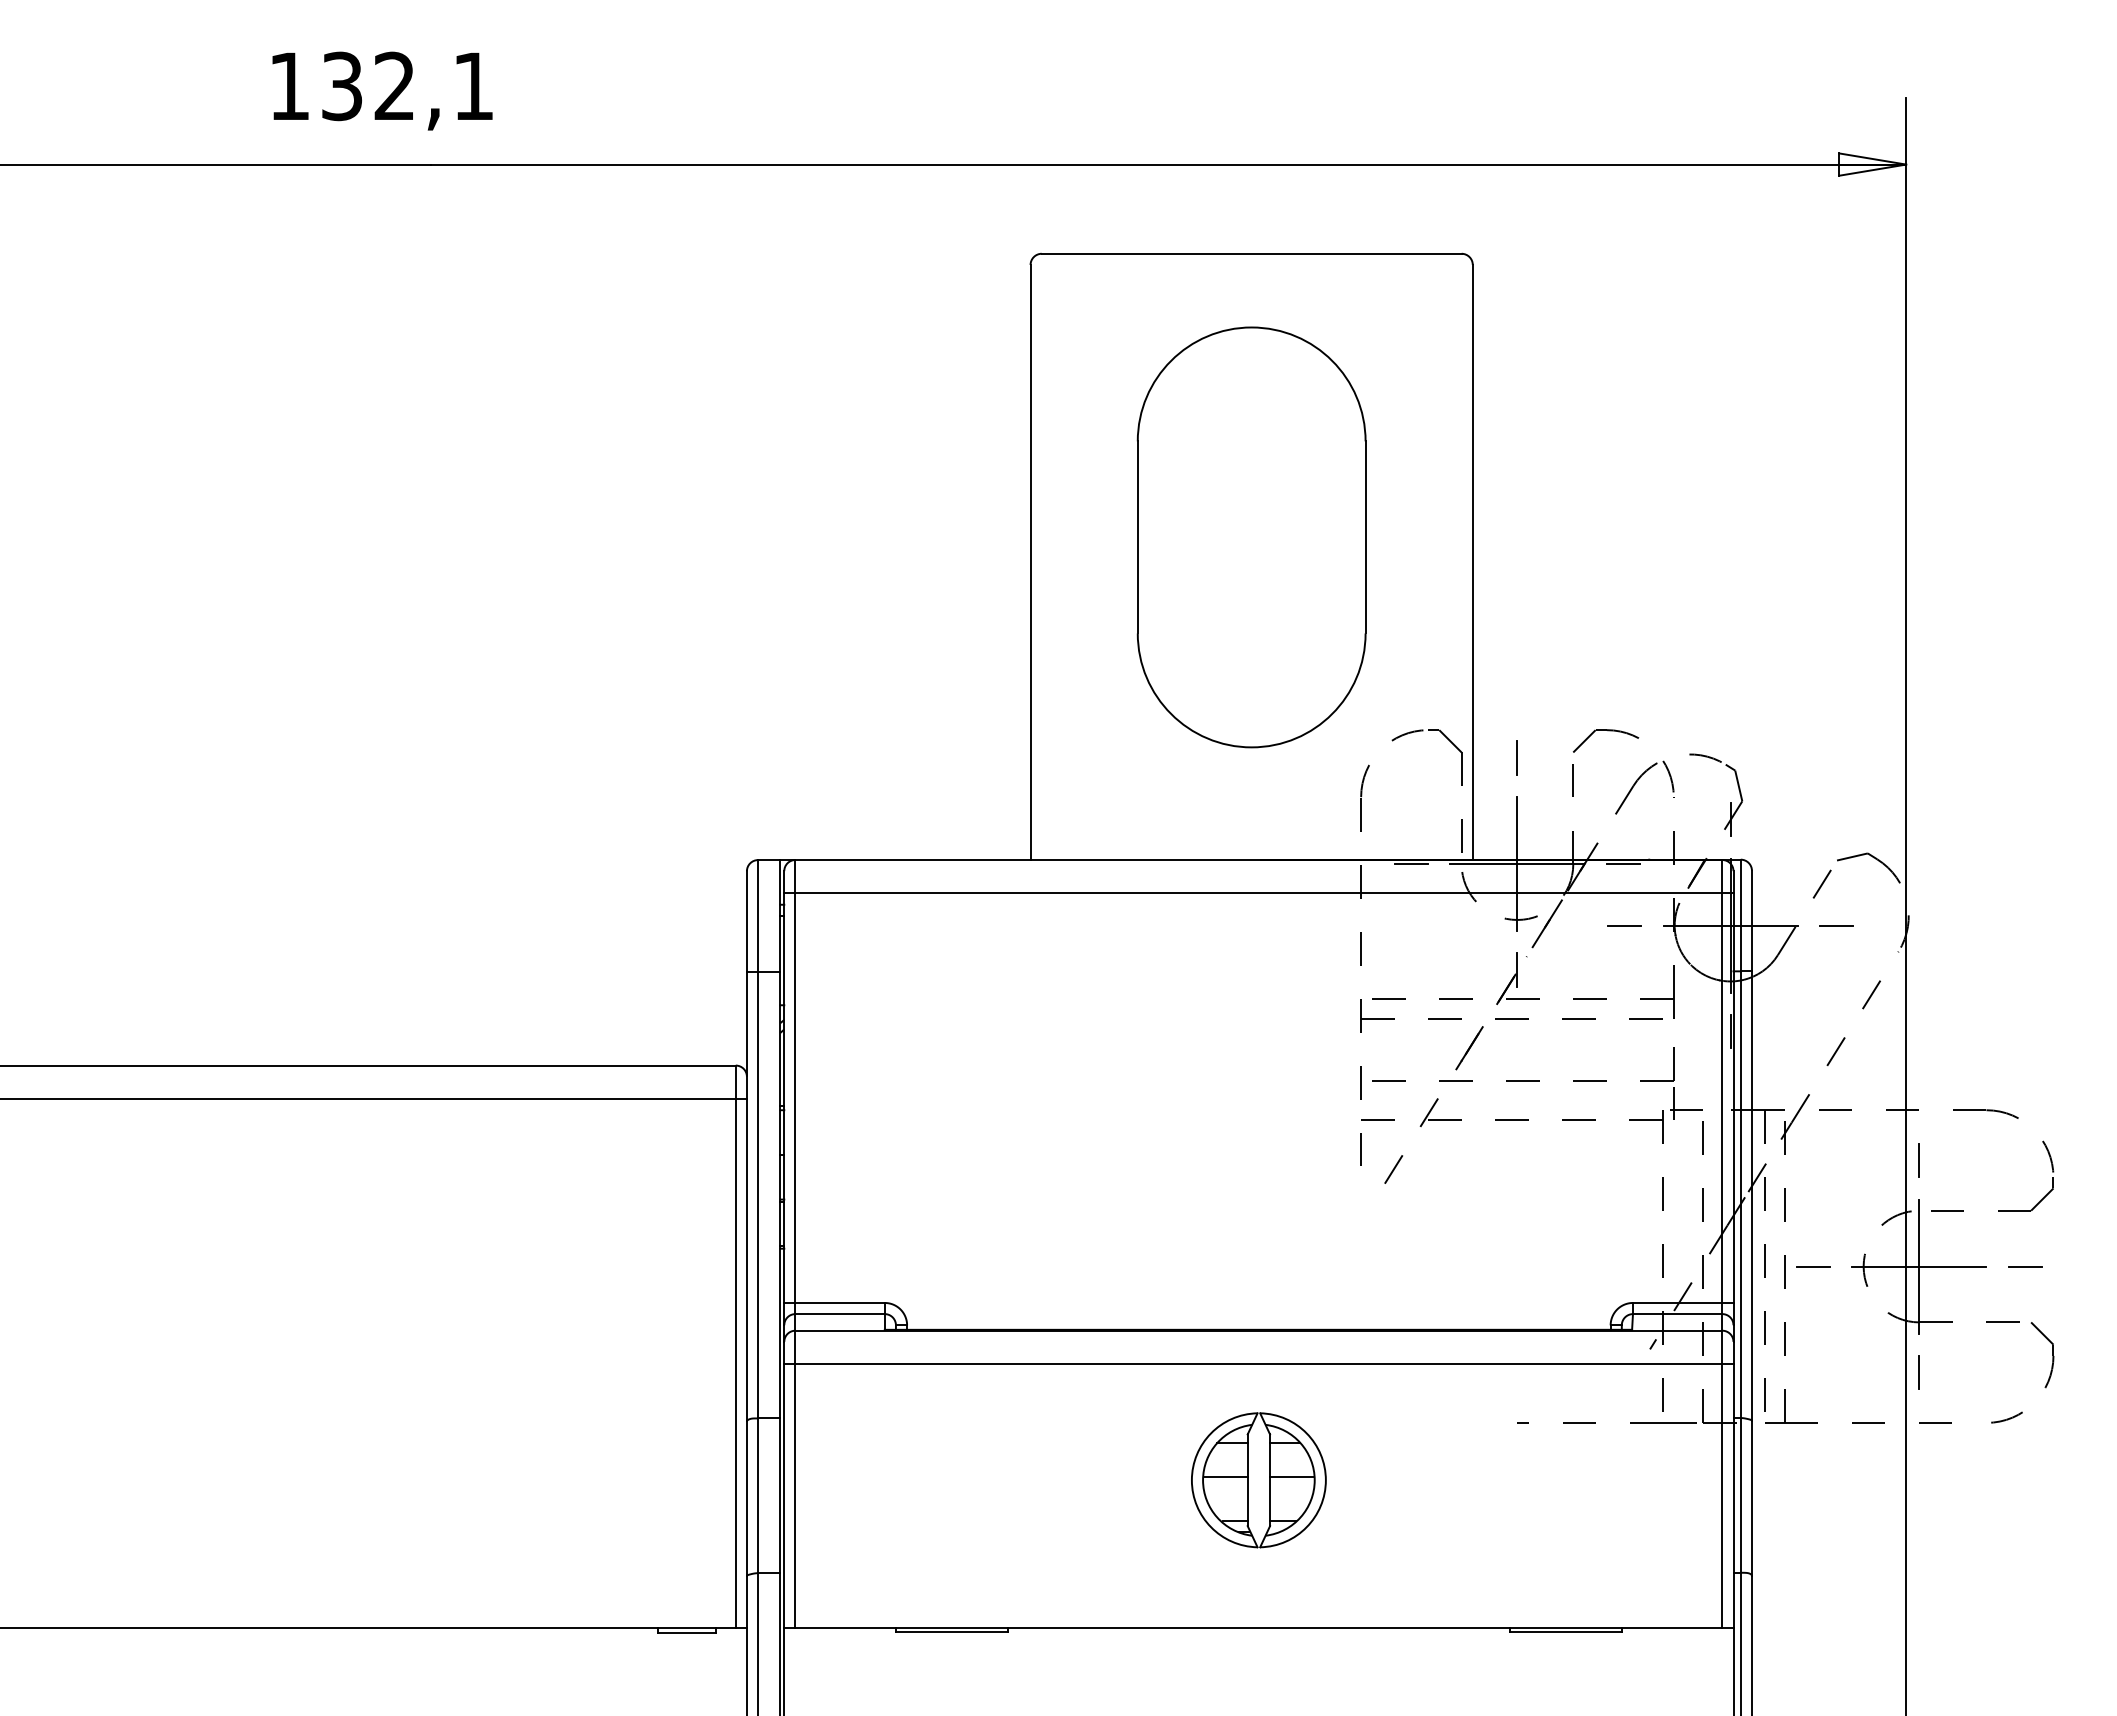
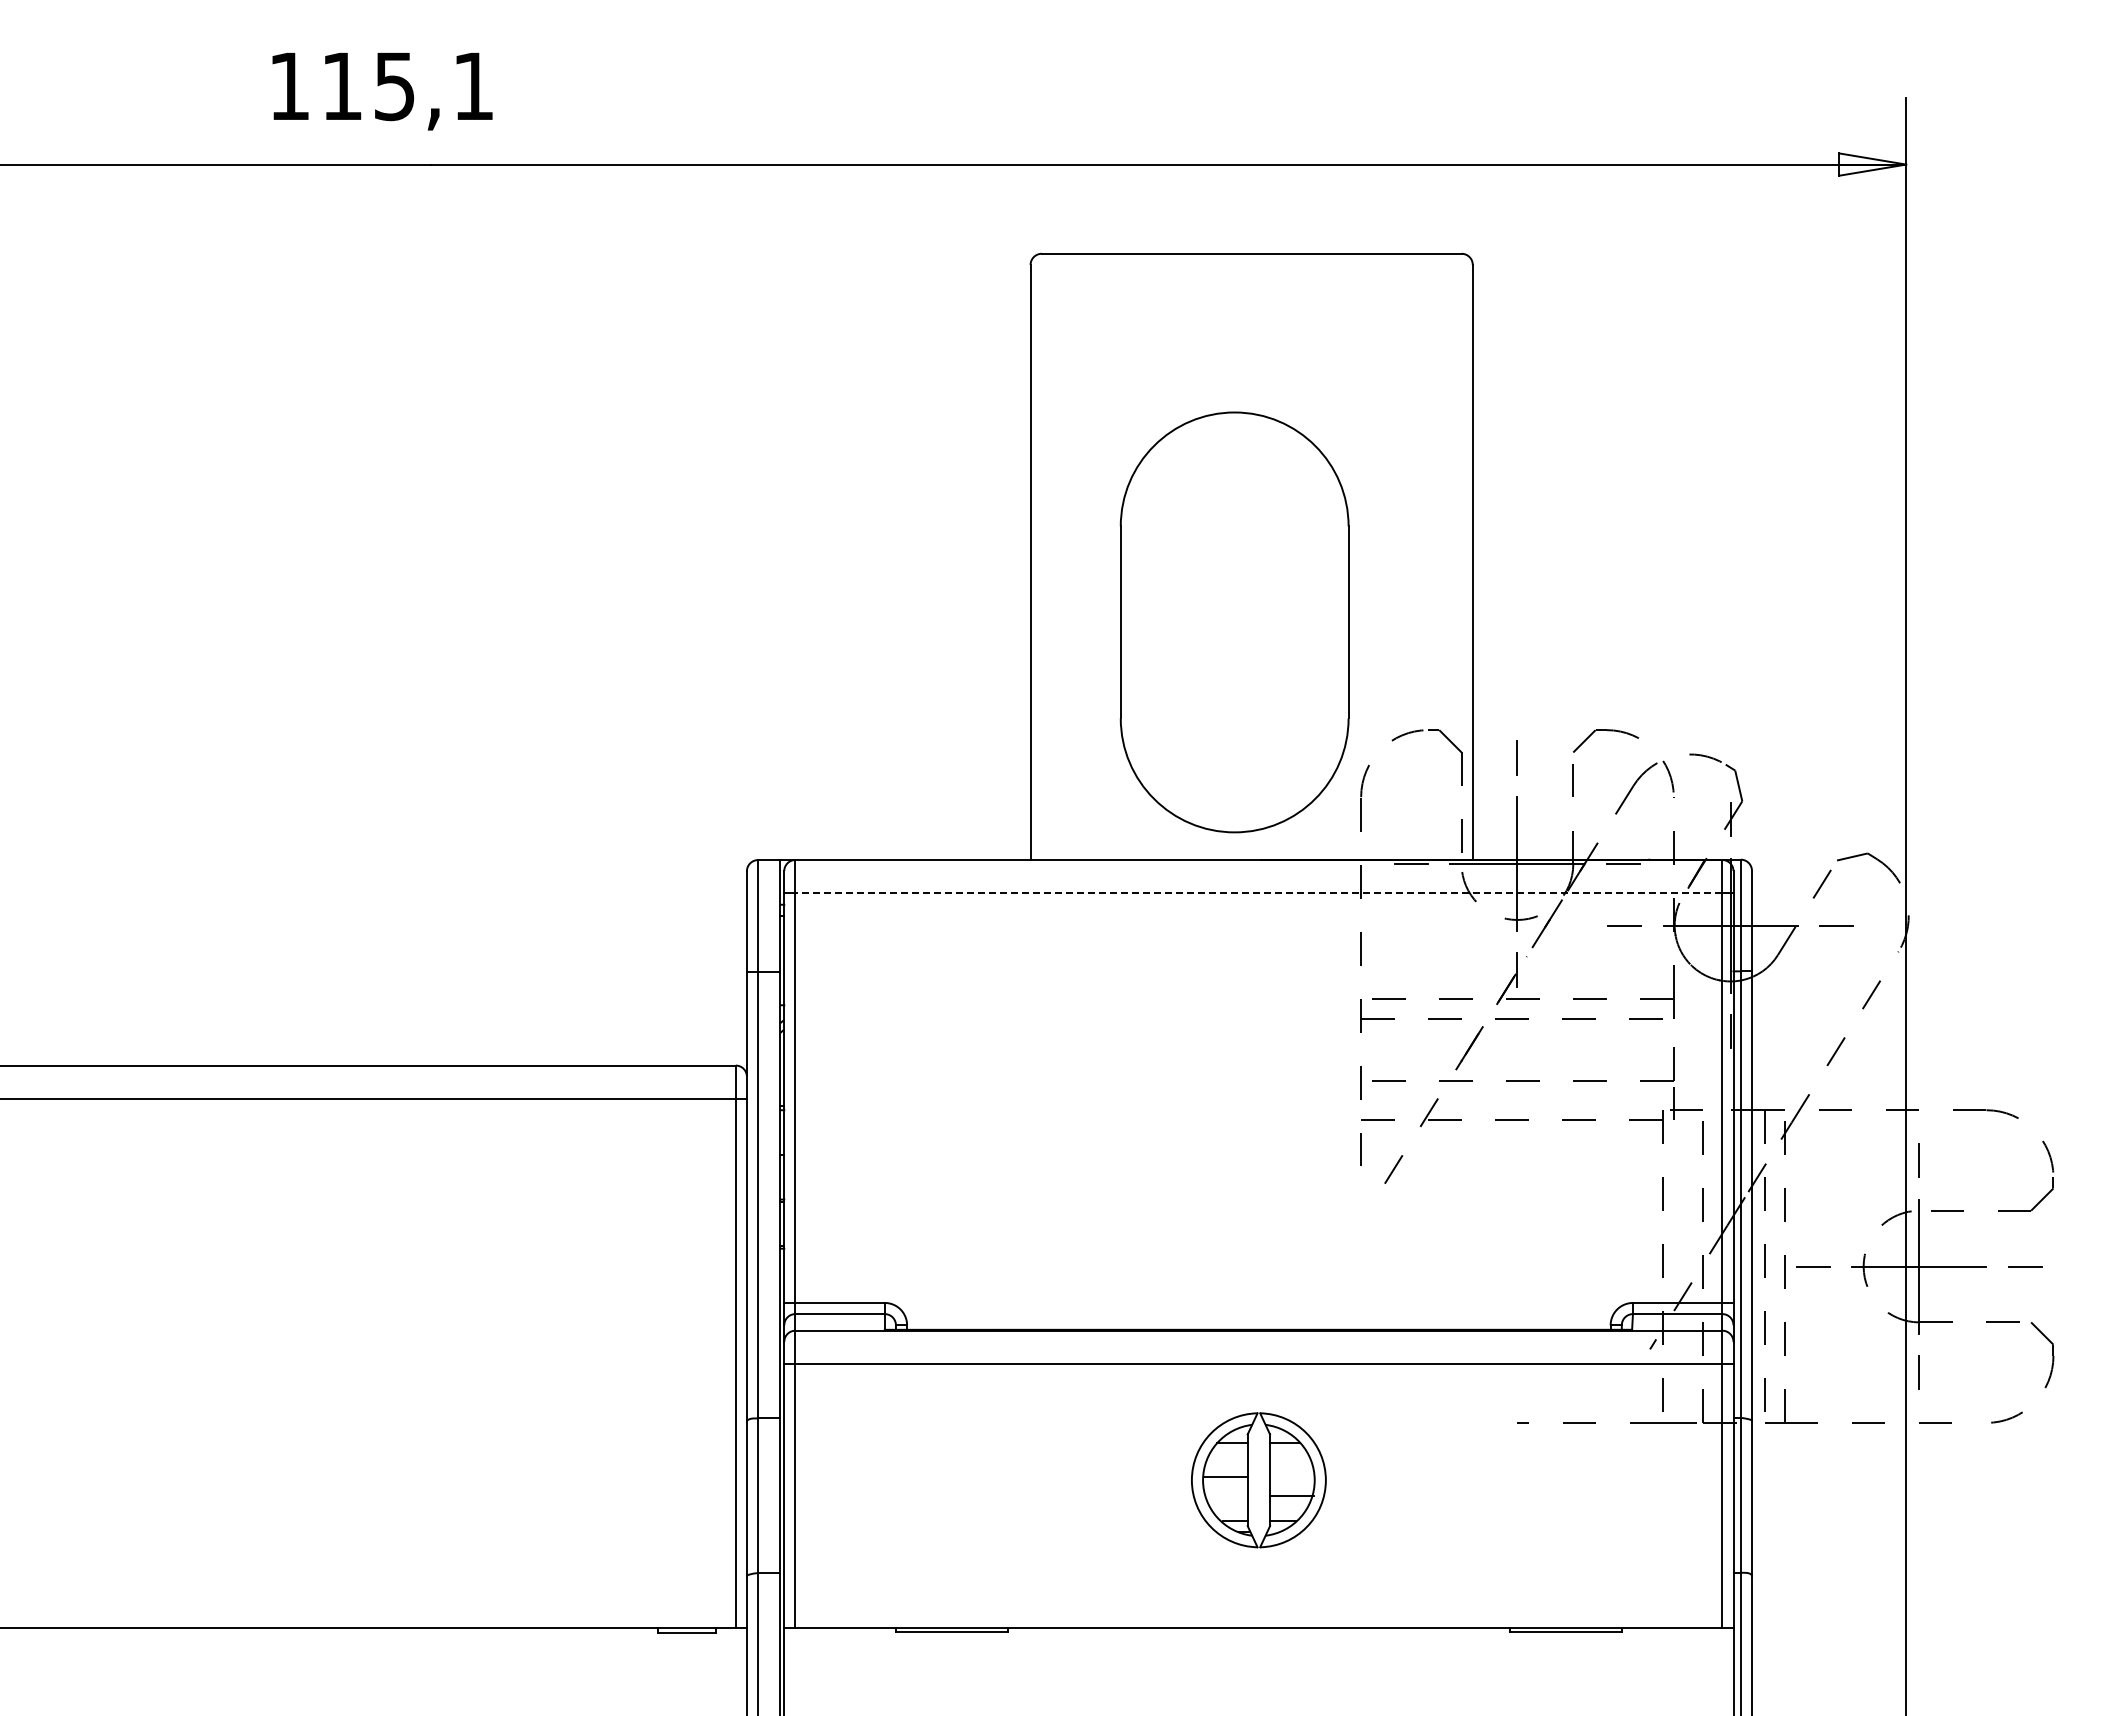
text at (368, 86): 132,1 -> 115,1
part at (1251, 537) position: (1251, 537) -> (1234, 622)
line at (1258, 893): solid -> dashed
line at (1292, 1476) position: (1292, 1476) -> (1292, 1495)
